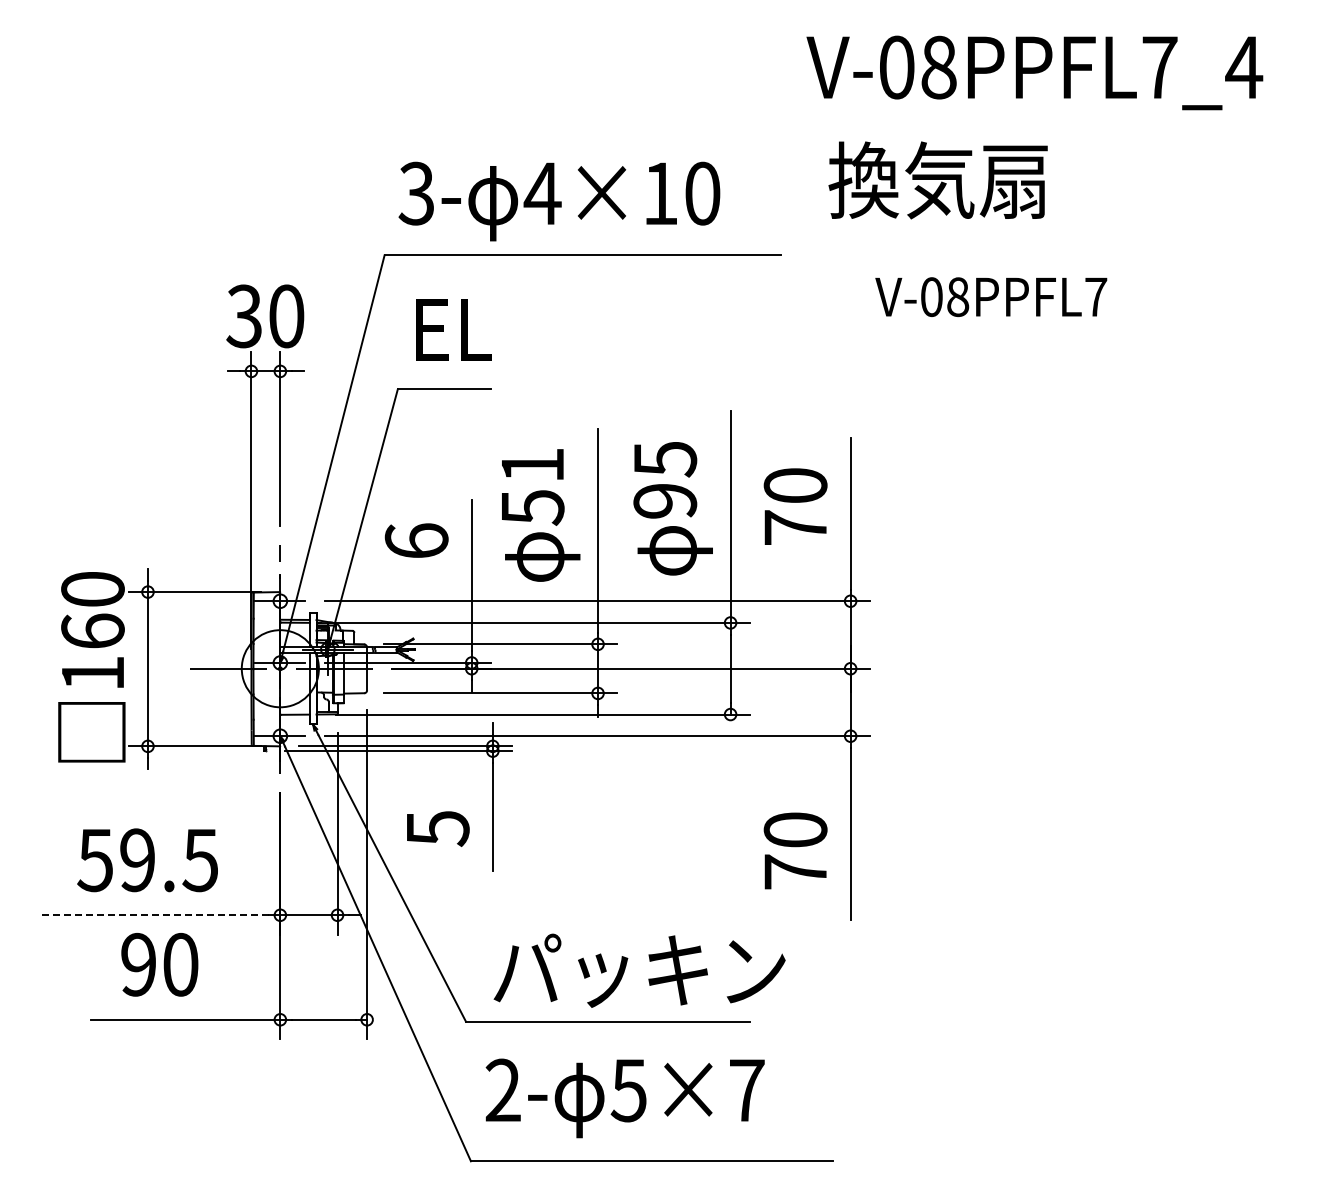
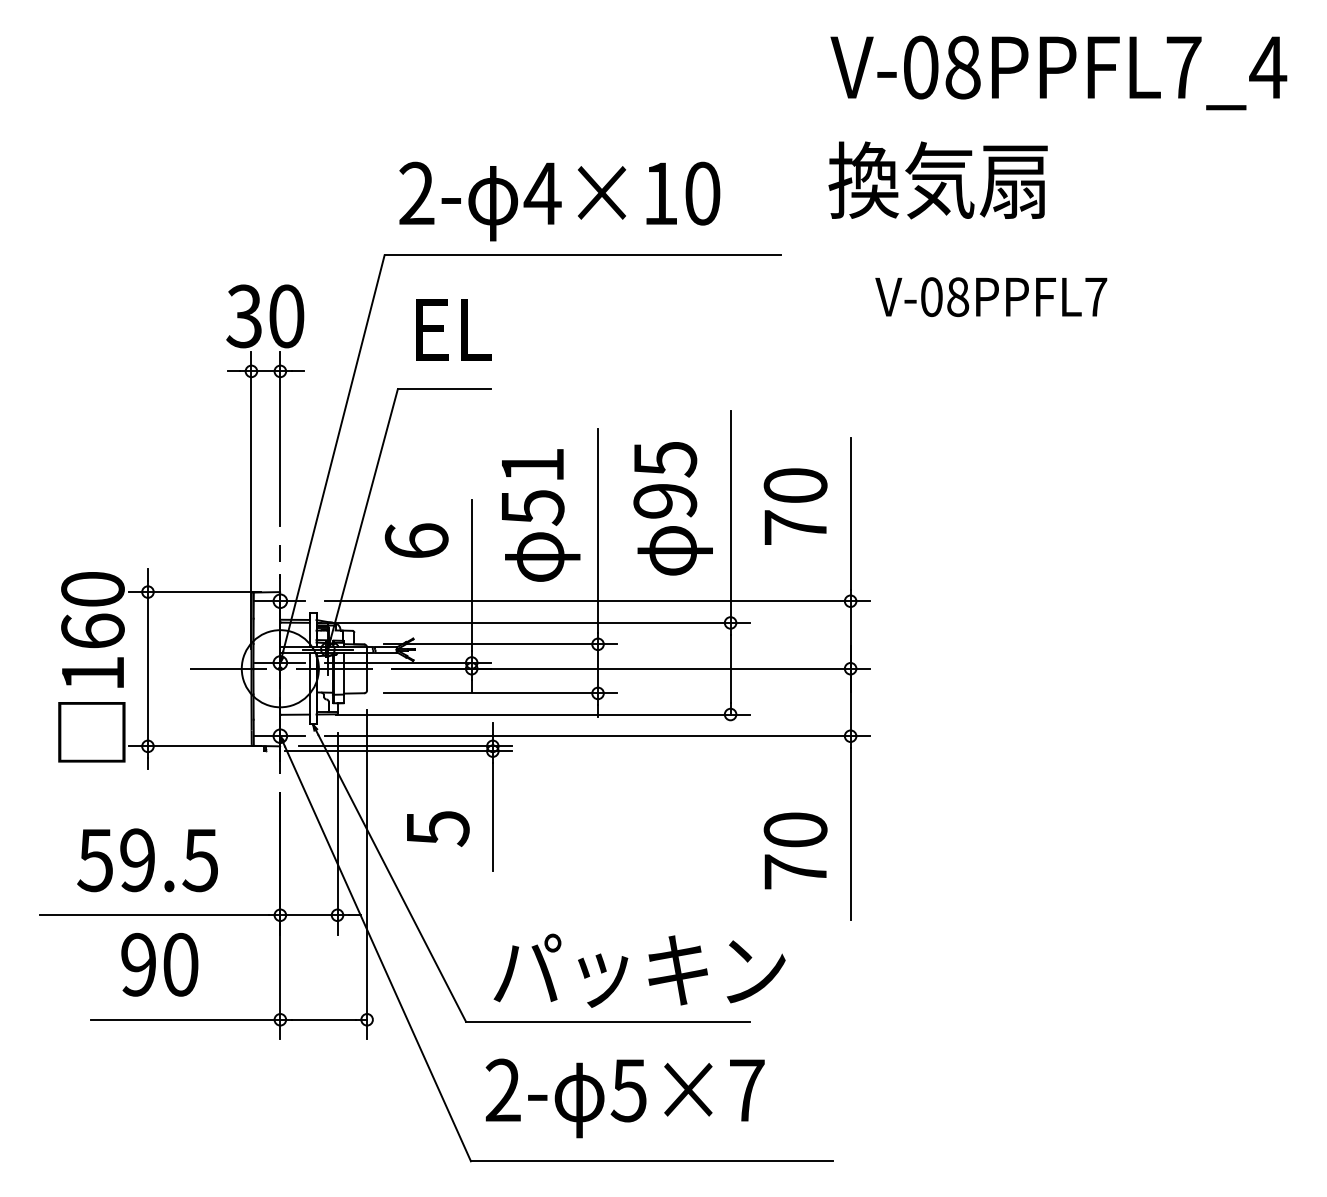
text at (1034, 72) position: (1034, 72) -> (1058, 72)
text at (416, 193): 3- -> 2-
line at (153, 915): dashed -> solid
